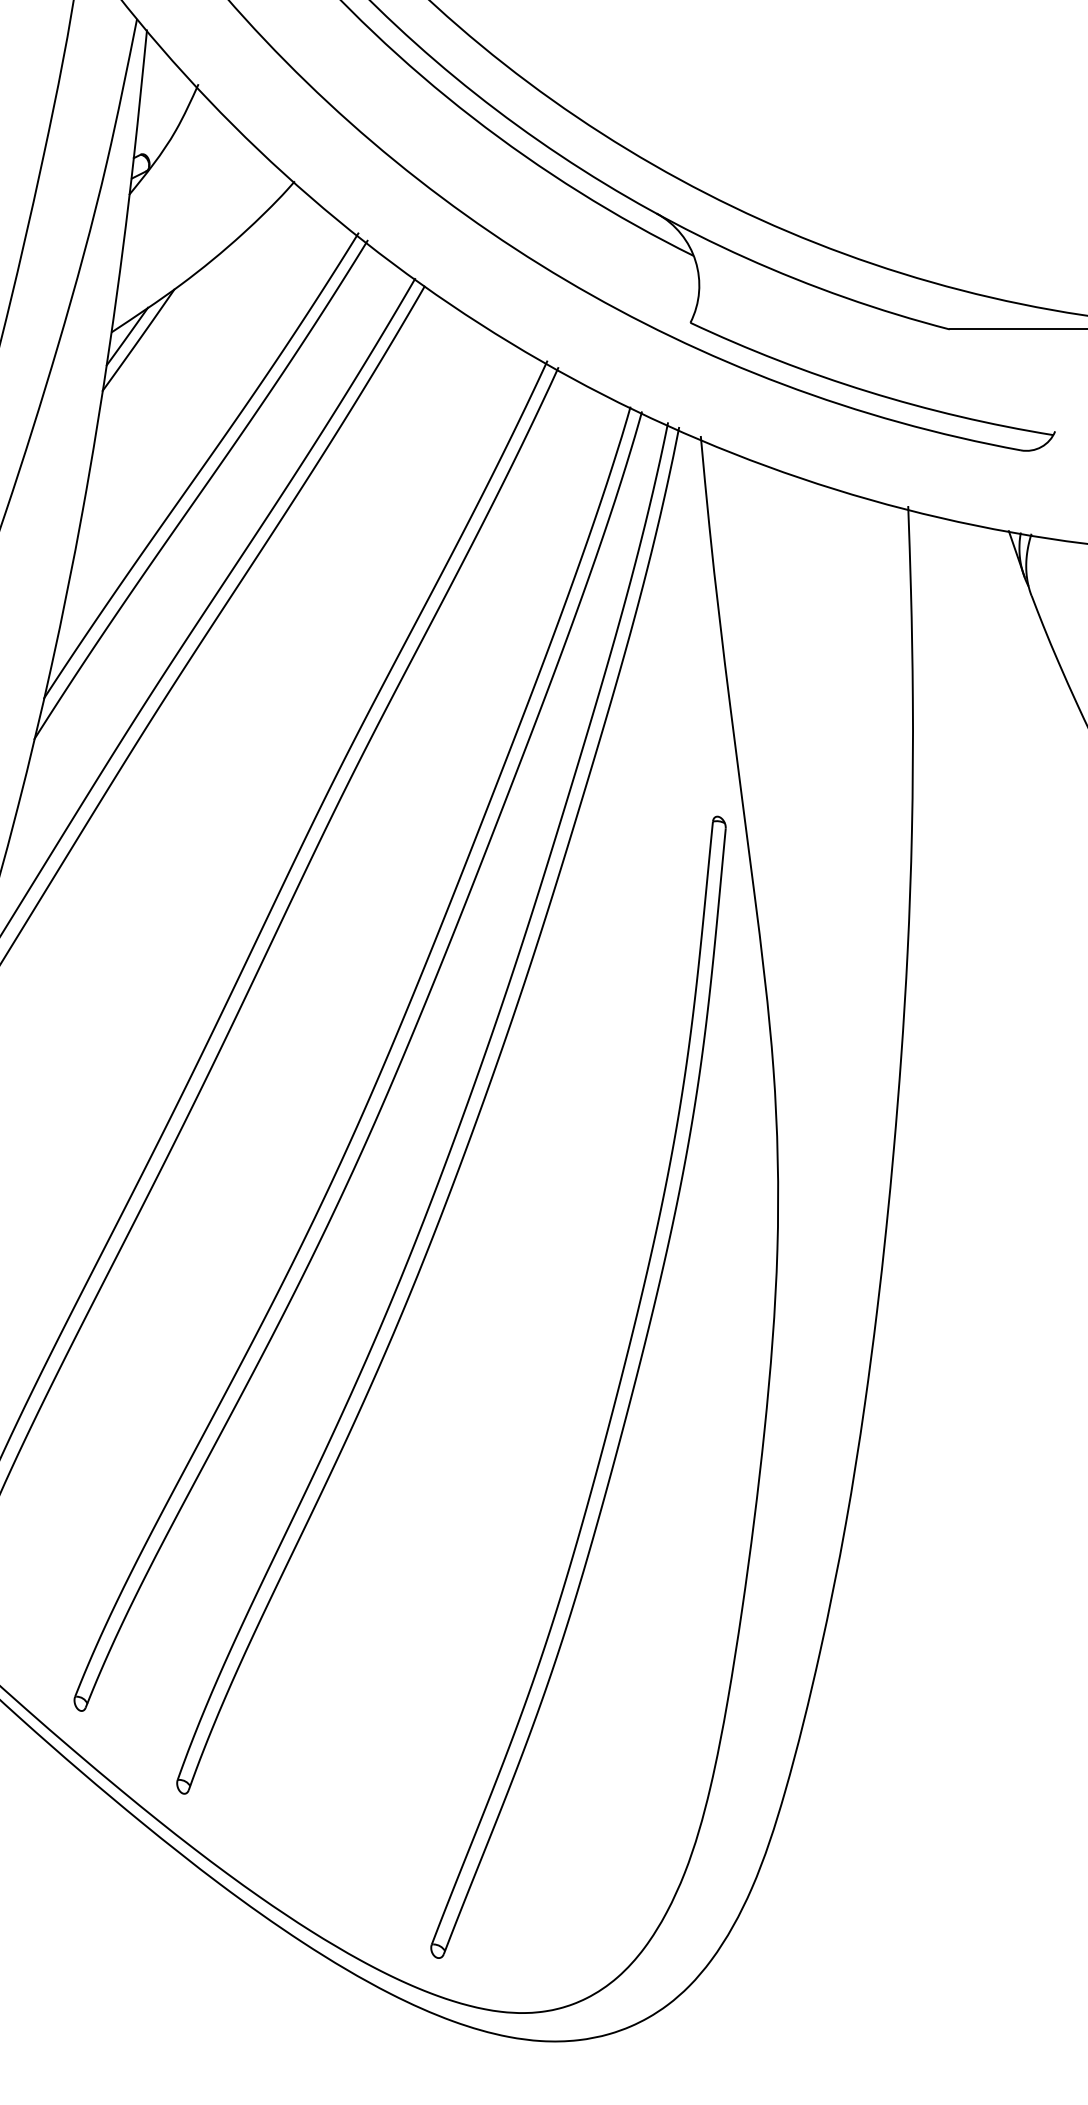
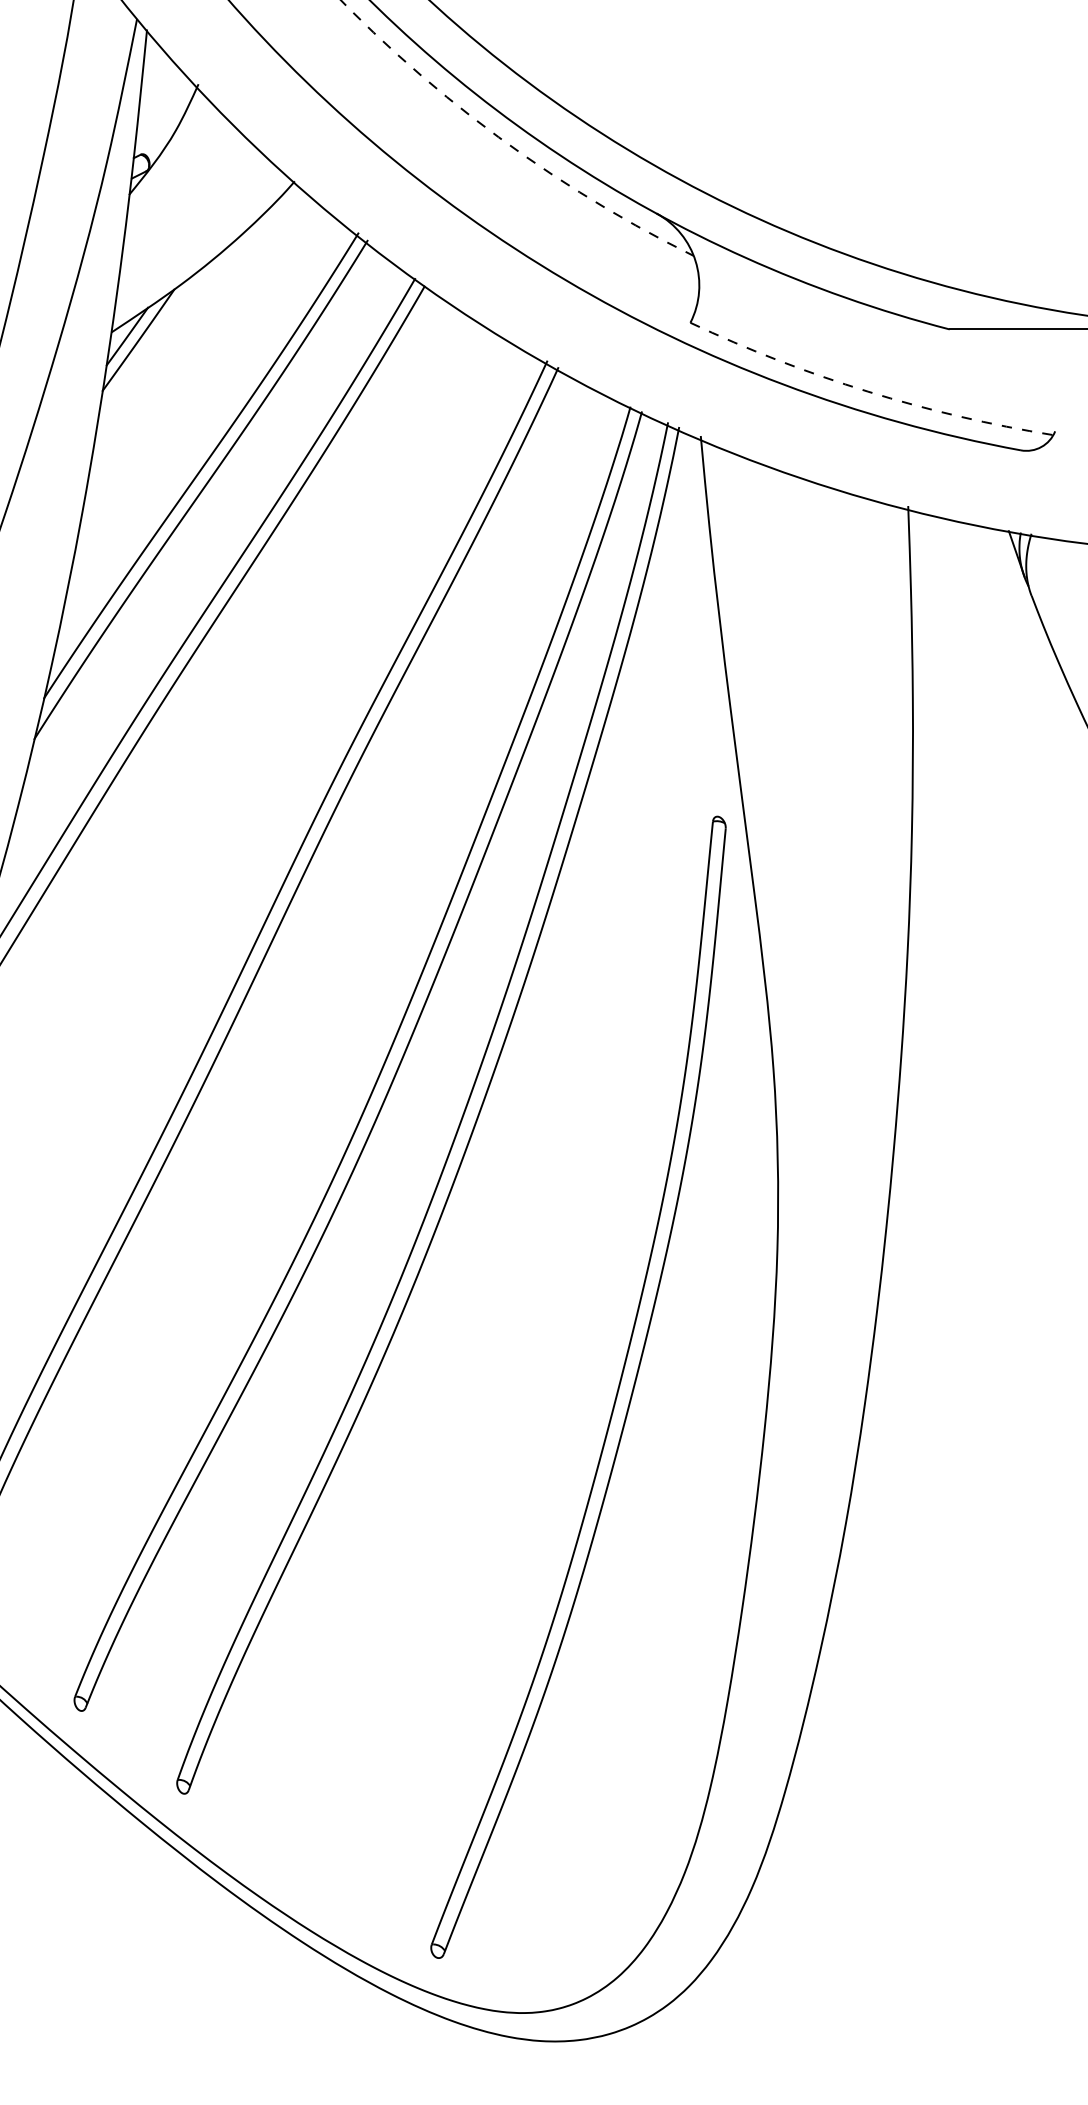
arc at (506, 142): solid -> dashed
arc at (867, 391): solid -> dashed
